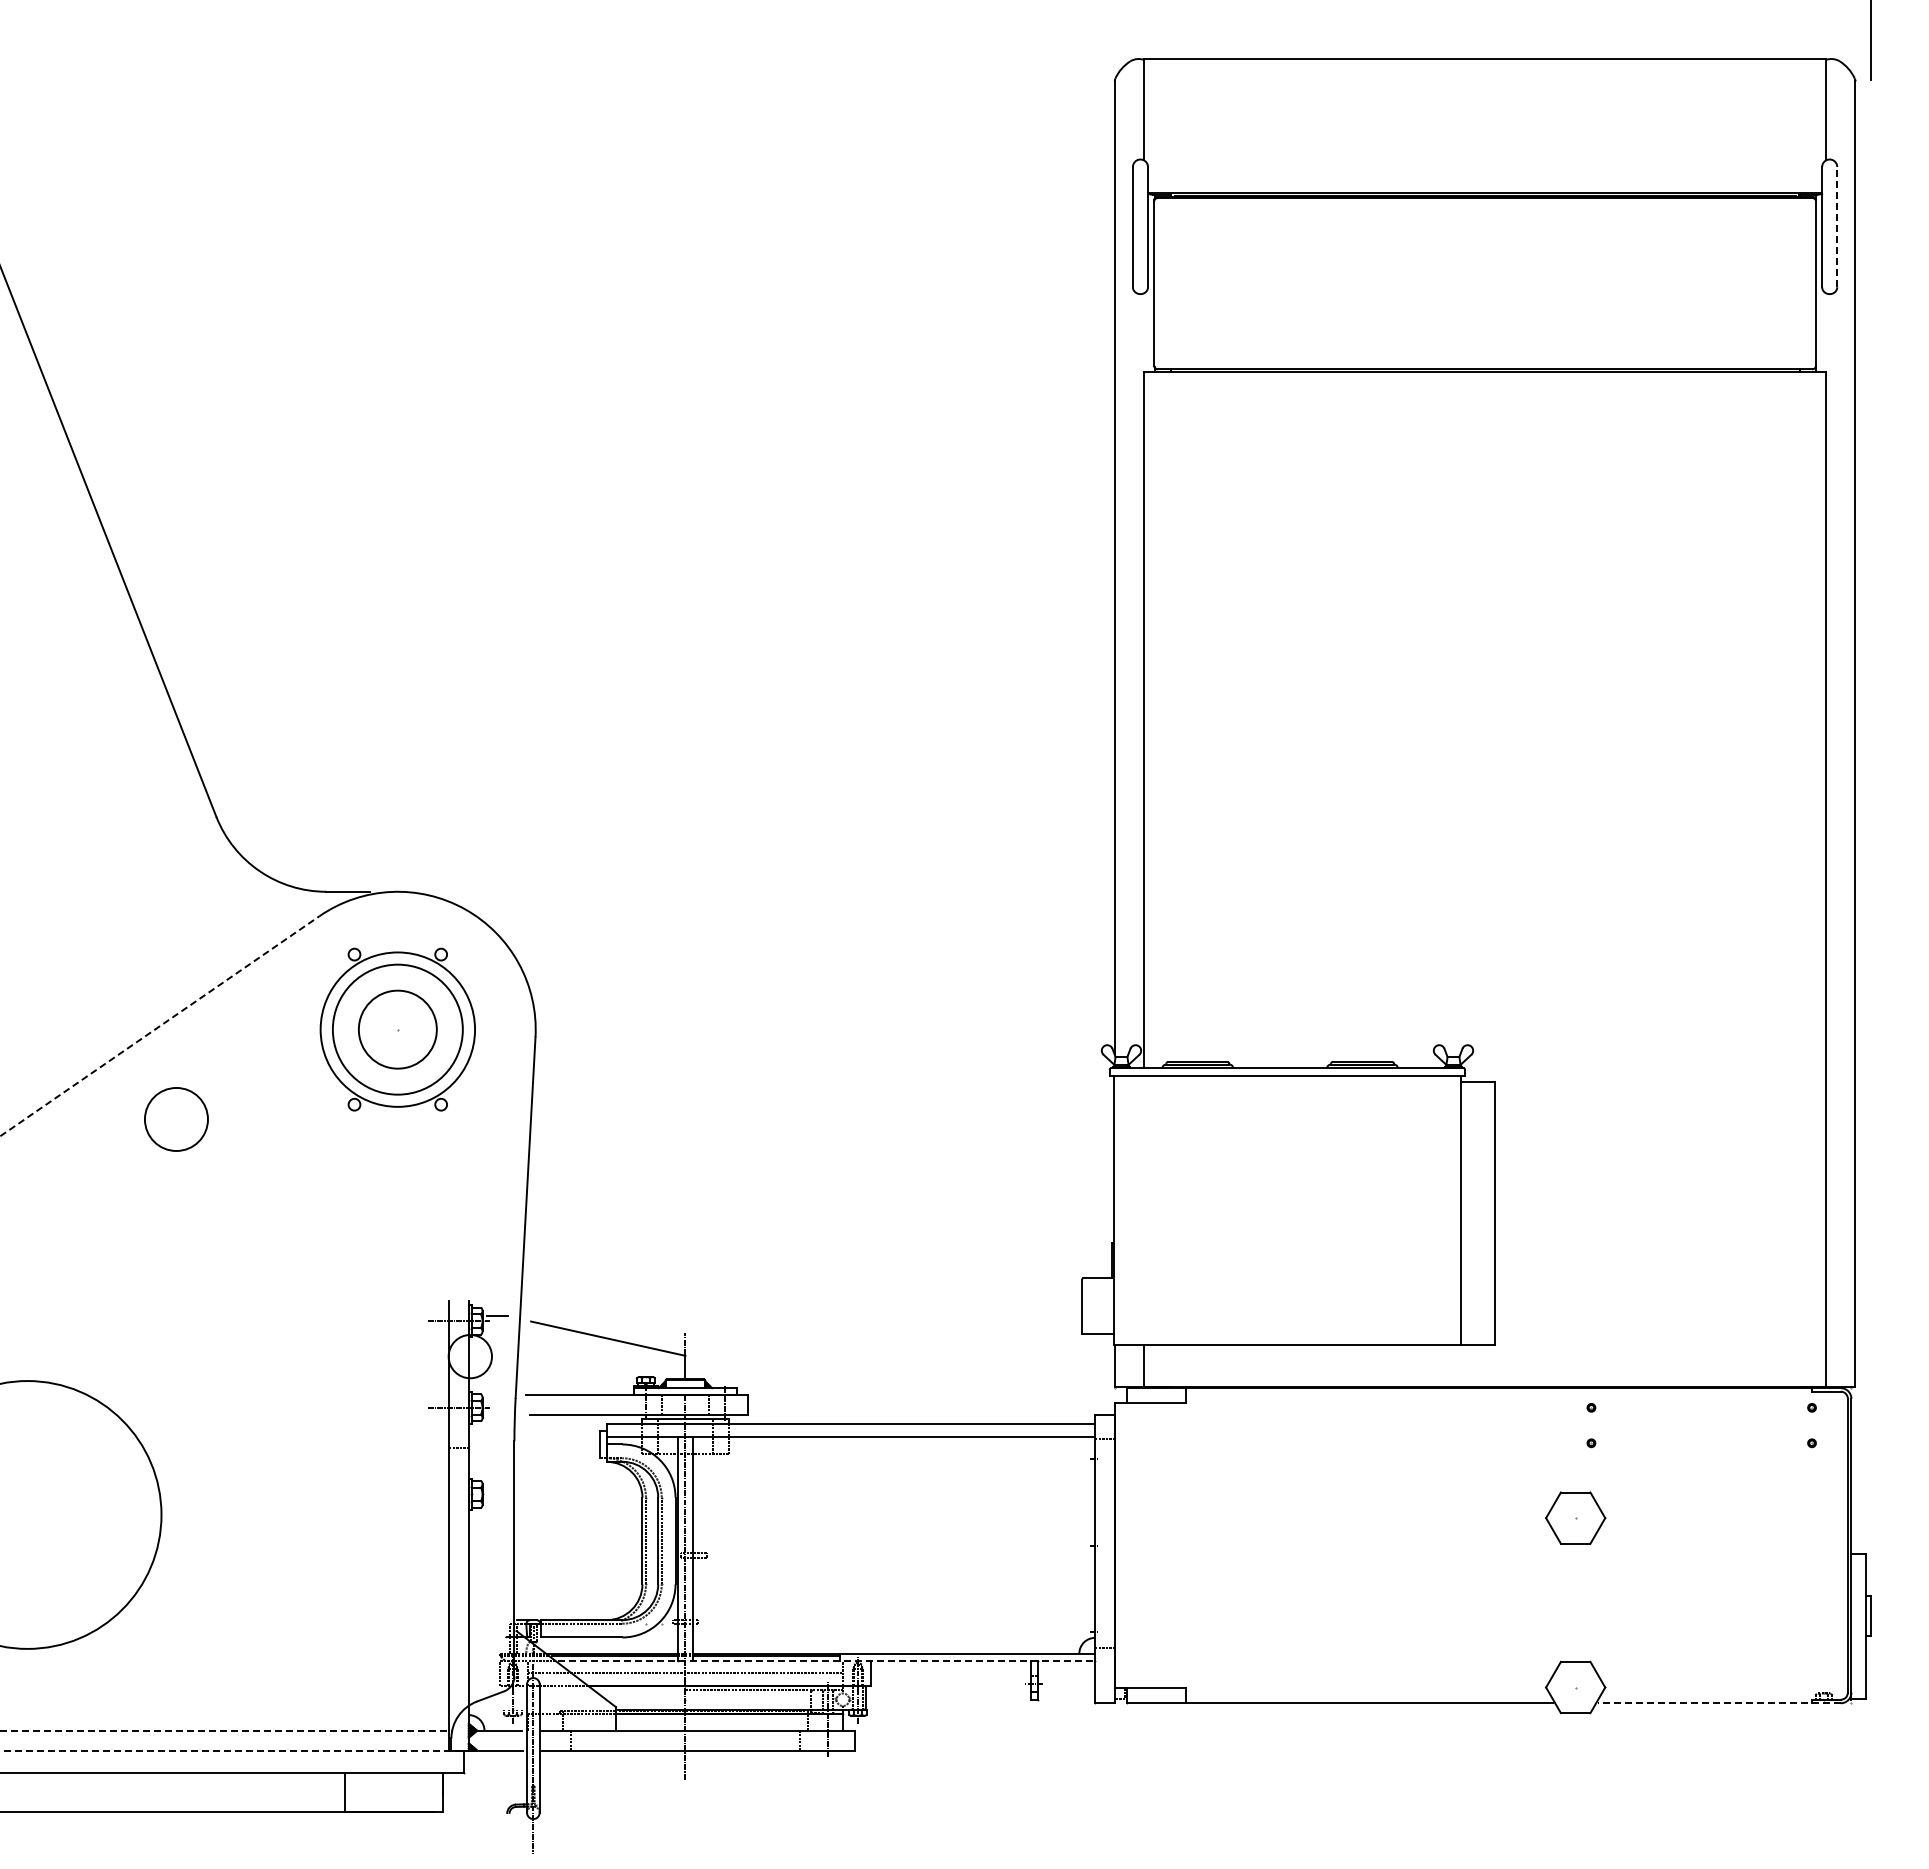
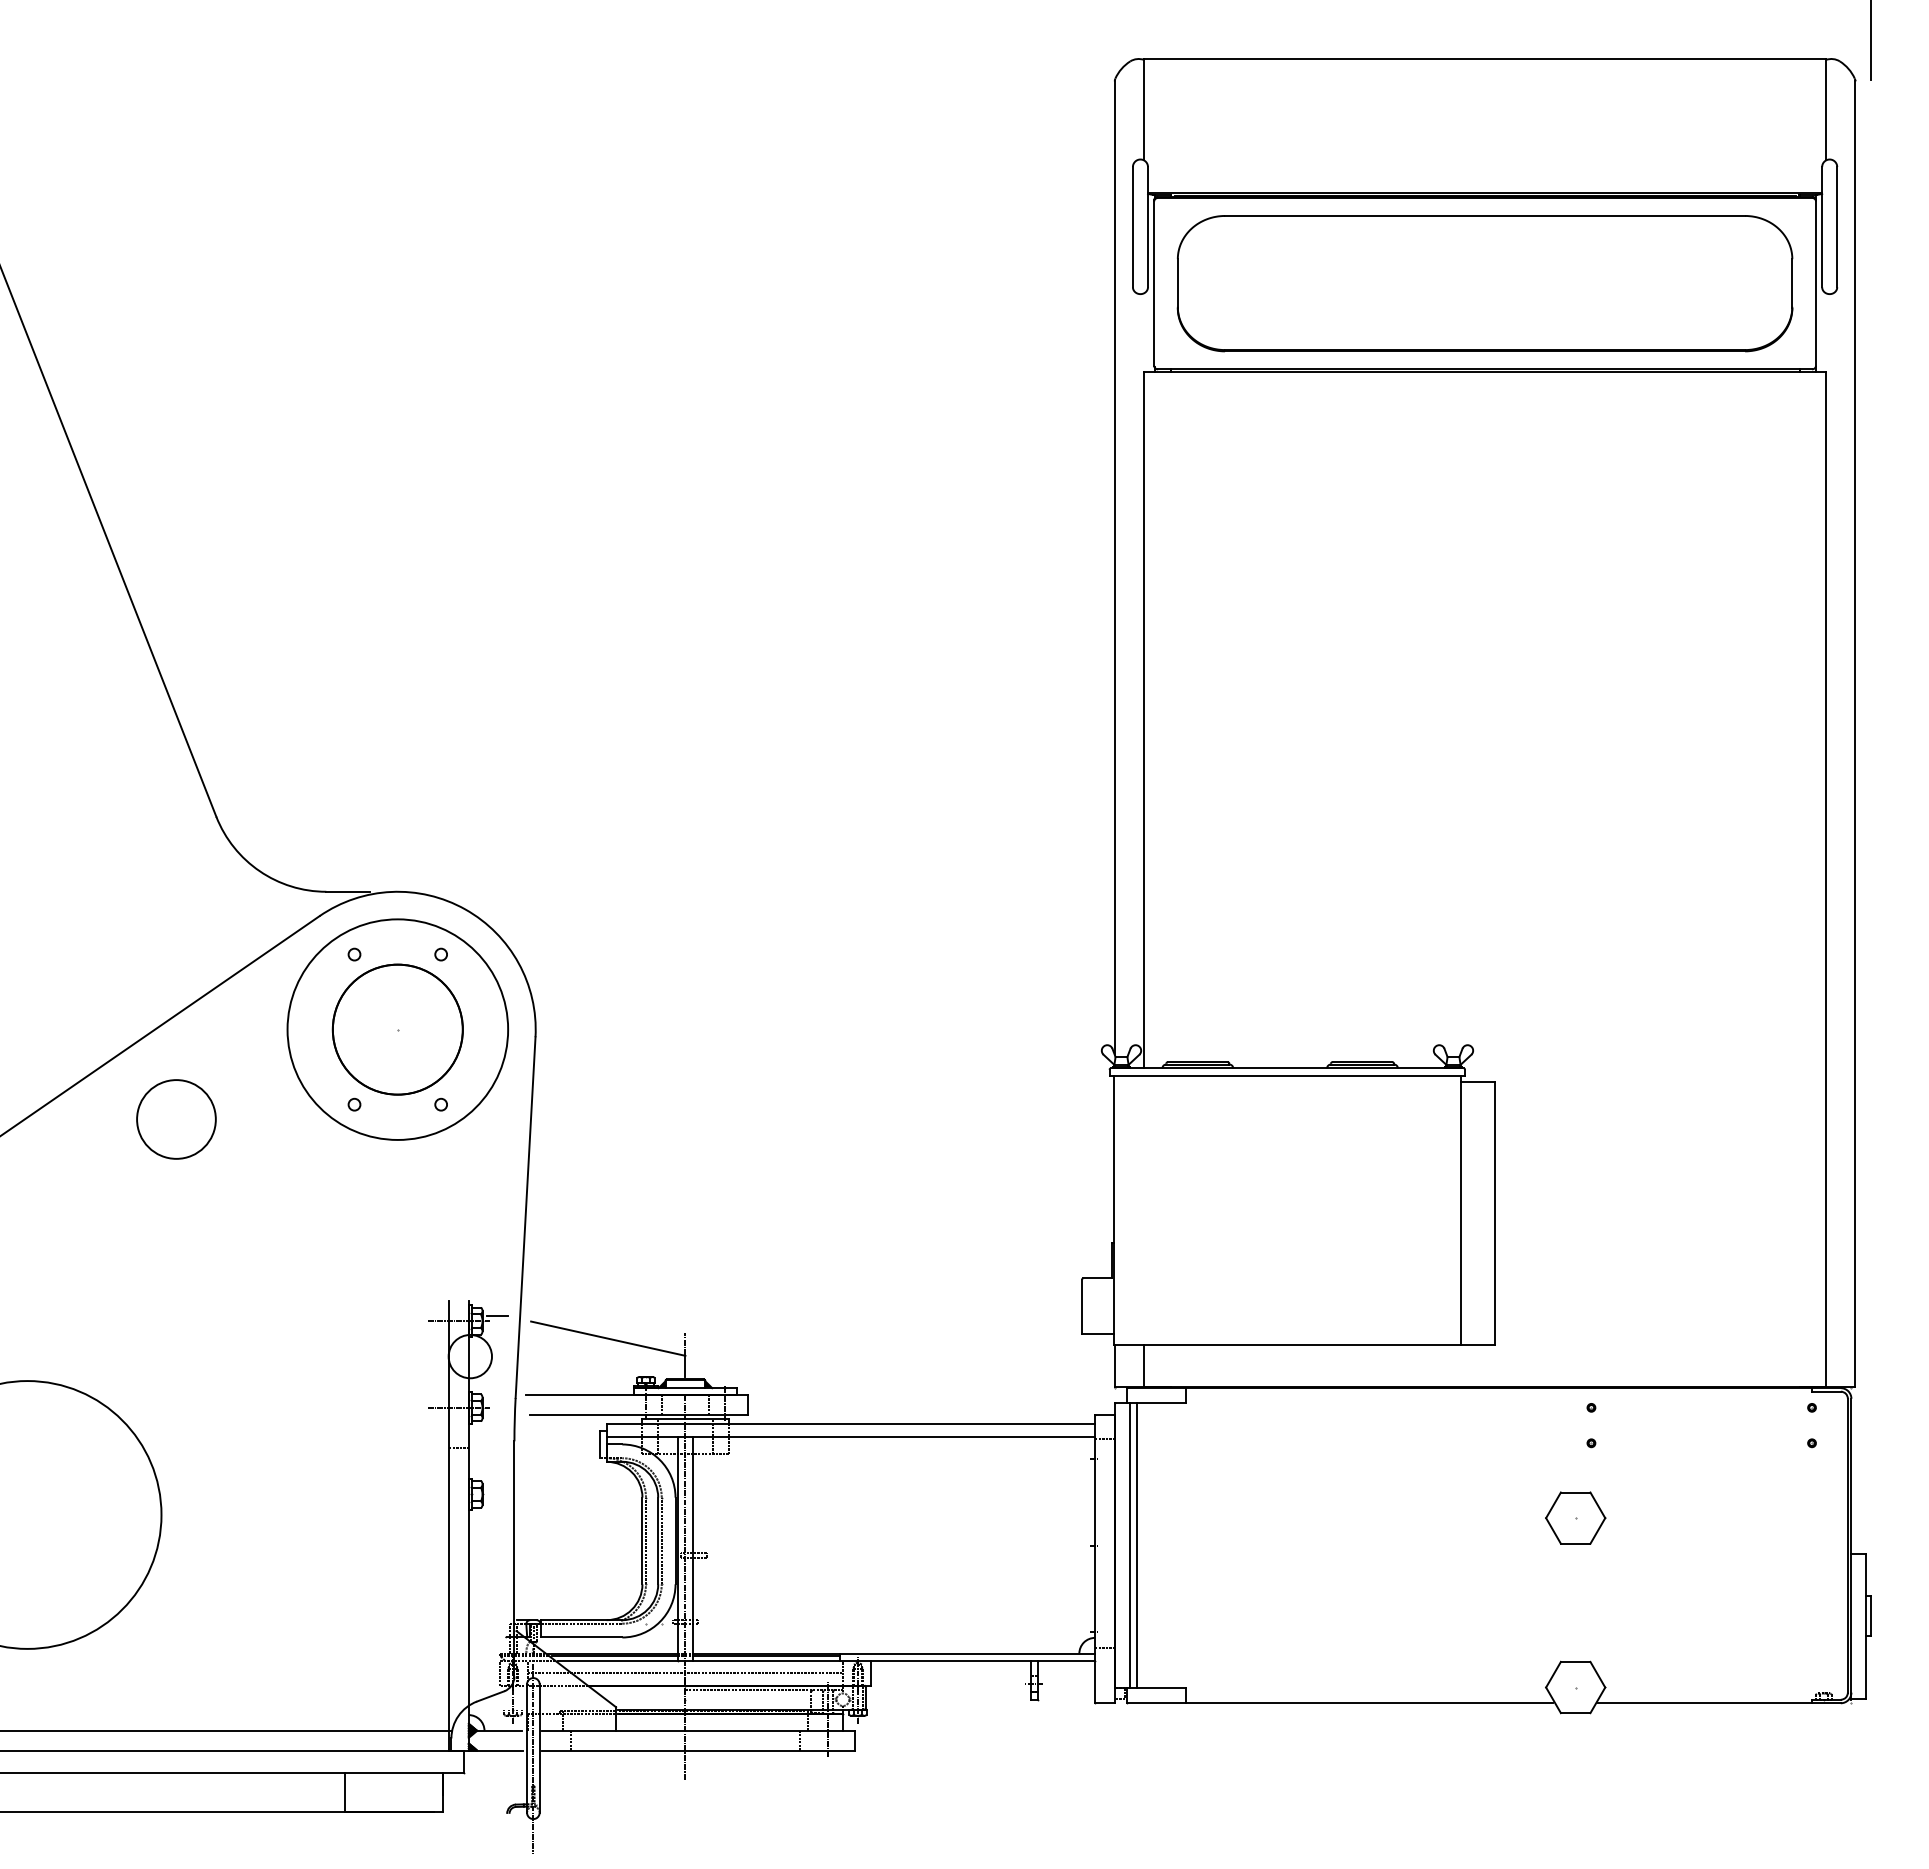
line at (1837, 226): dashed -> solid
part at (1484, 283): none -> present
line at (159, 1026): dashed -> solid
circle at (397, 1029) diameter: 154 px -> 221 px
circle at (397, 1029) diameter: 78 px -> 130 px
circle at (176, 1119) size: 65x65 px -> 81x81 px
line at (1129, 1545): none -> present
line at (1136, 1545): none -> present
line at (826, 1660): dashed -> solid
line at (1718, 1703): dashed -> solid
line at (226, 1730): dashed -> solid
line at (232, 1750): dashed -> solid
